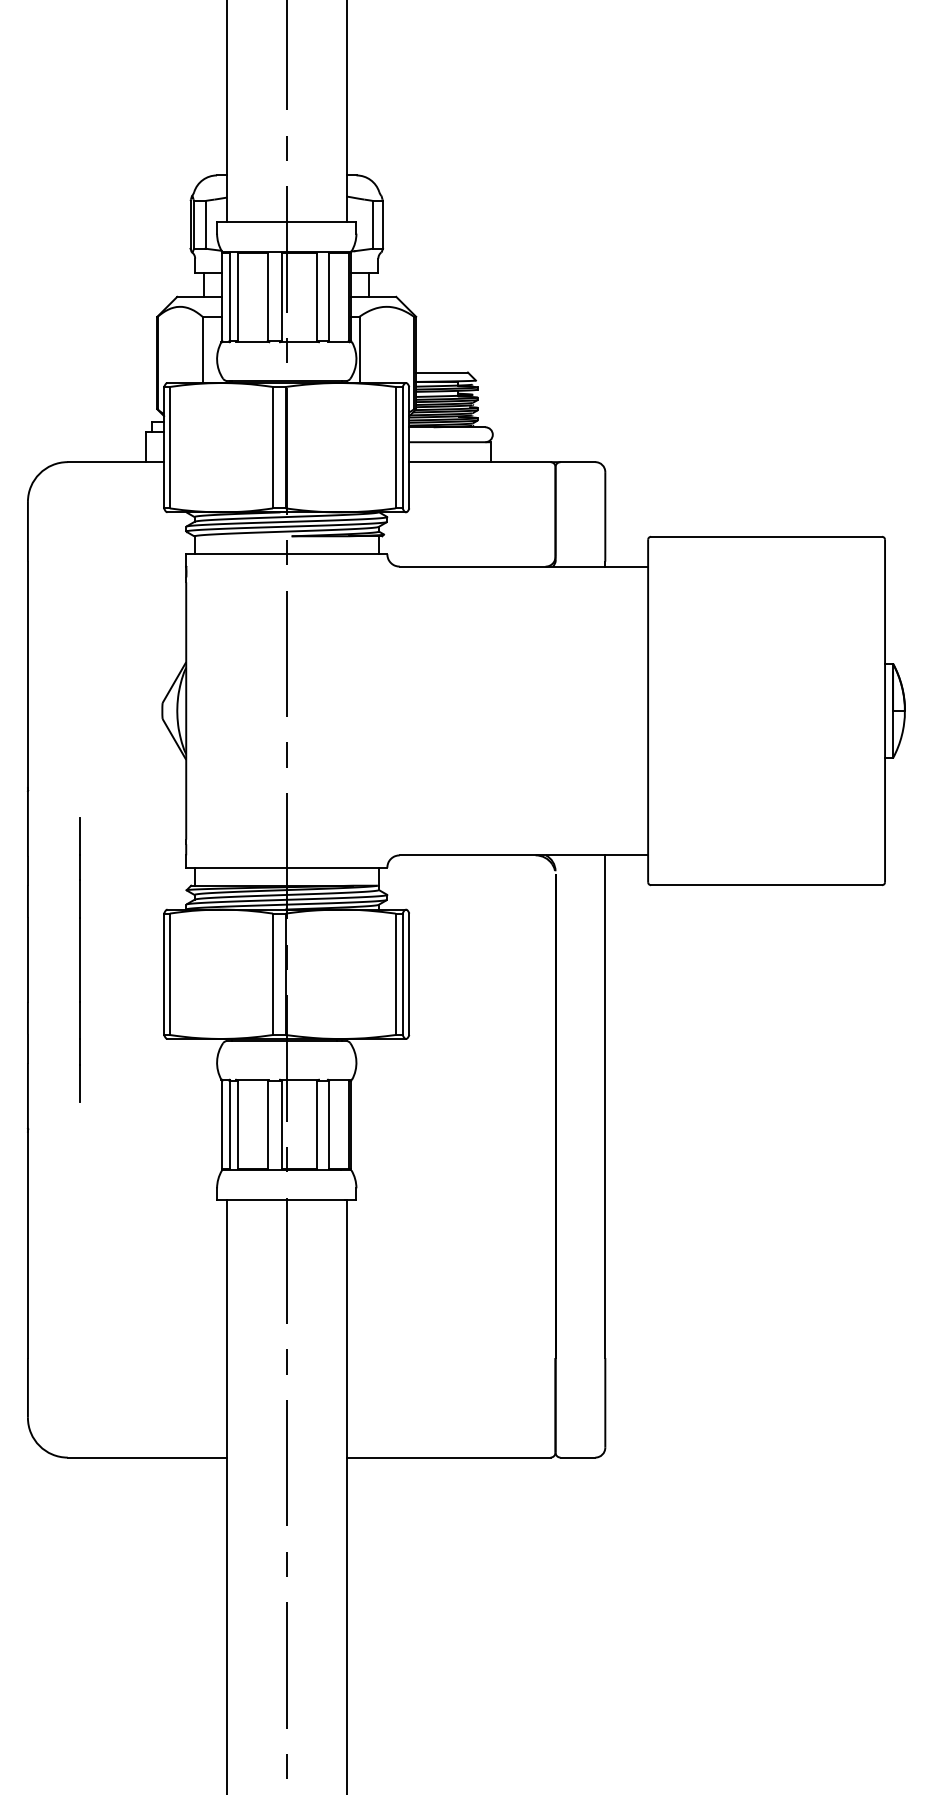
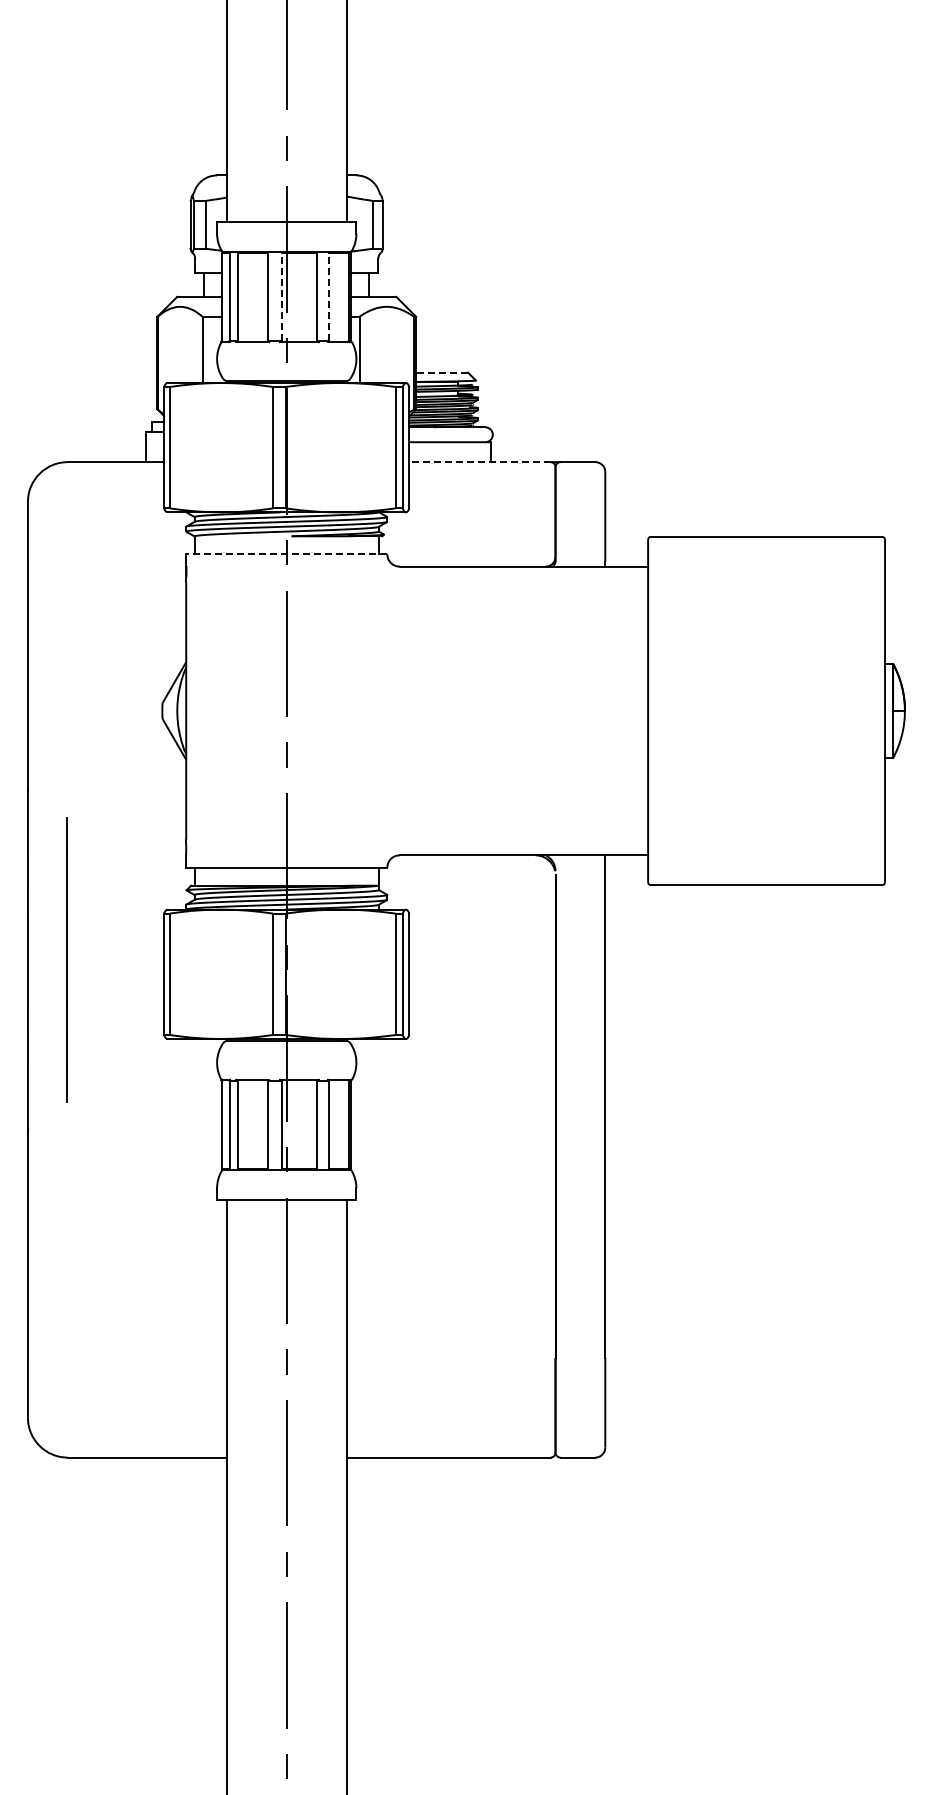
line at (282, 296): solid -> dashed
line at (329, 296): solid -> dashed
line at (442, 372): solid -> dashed
line at (479, 462): solid -> dashed
line at (286, 554): solid -> dashed
line at (79, 959) position: (79, 959) -> (66, 959)
